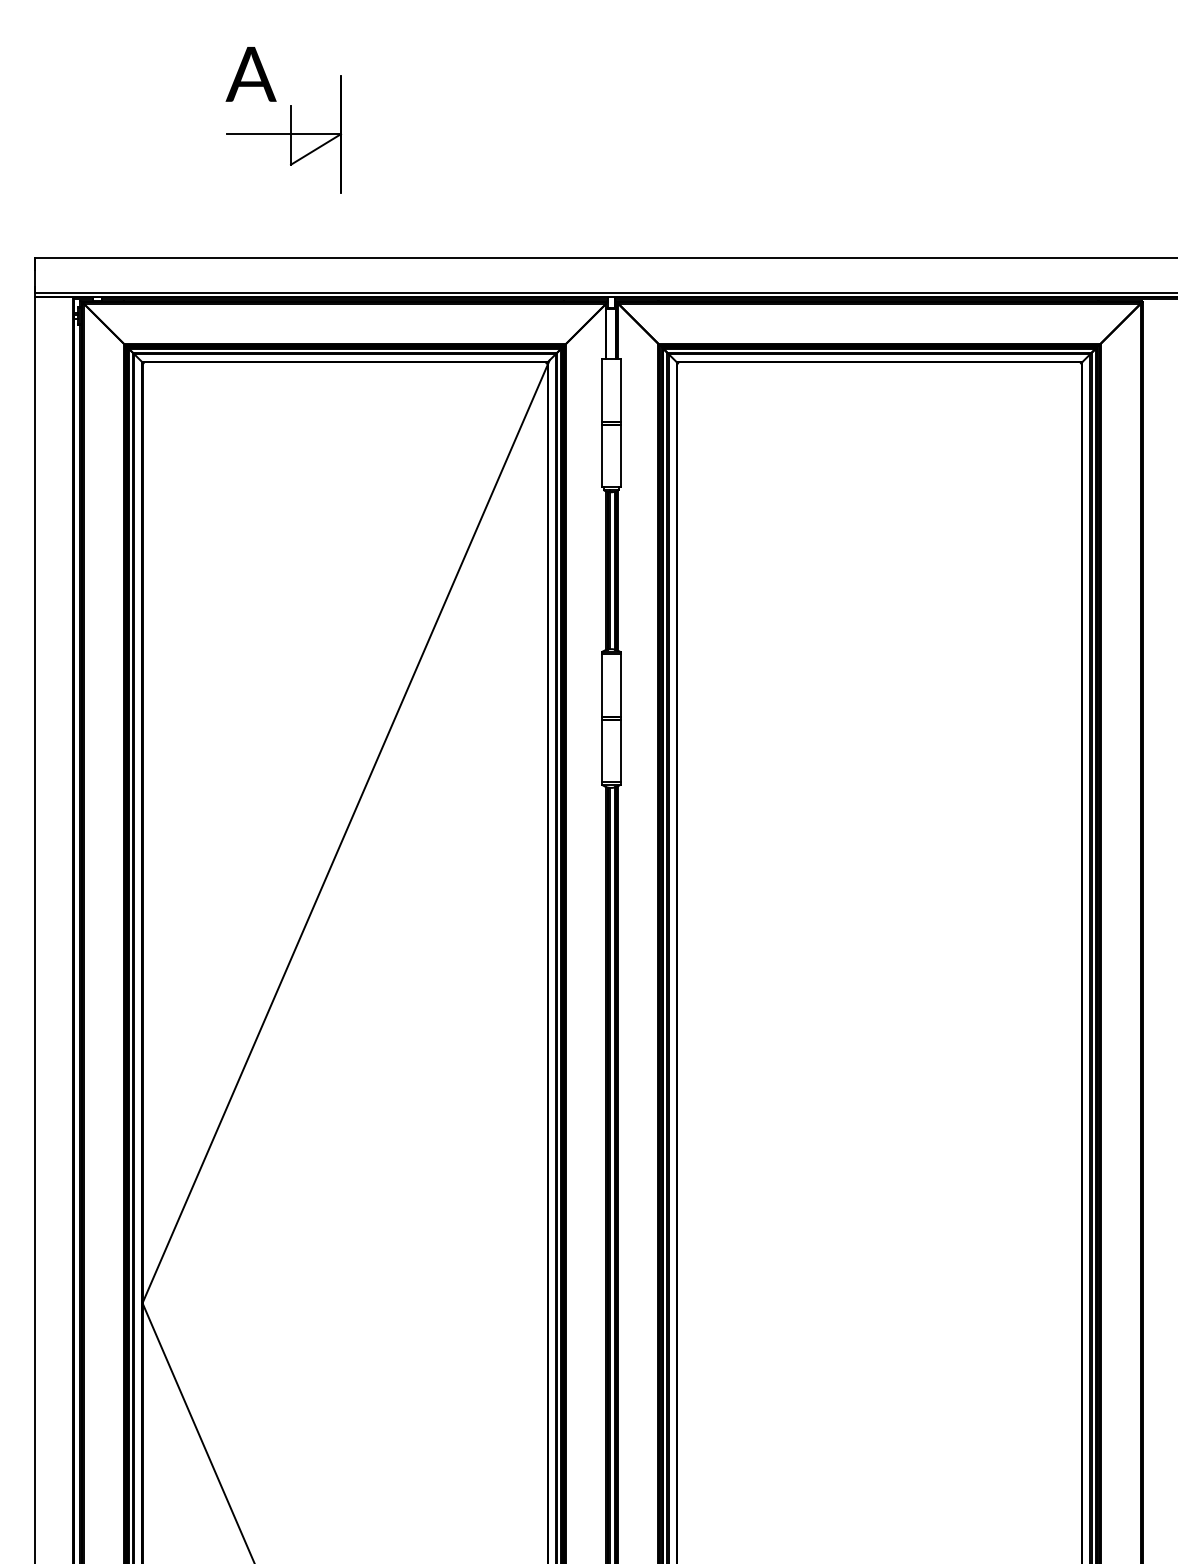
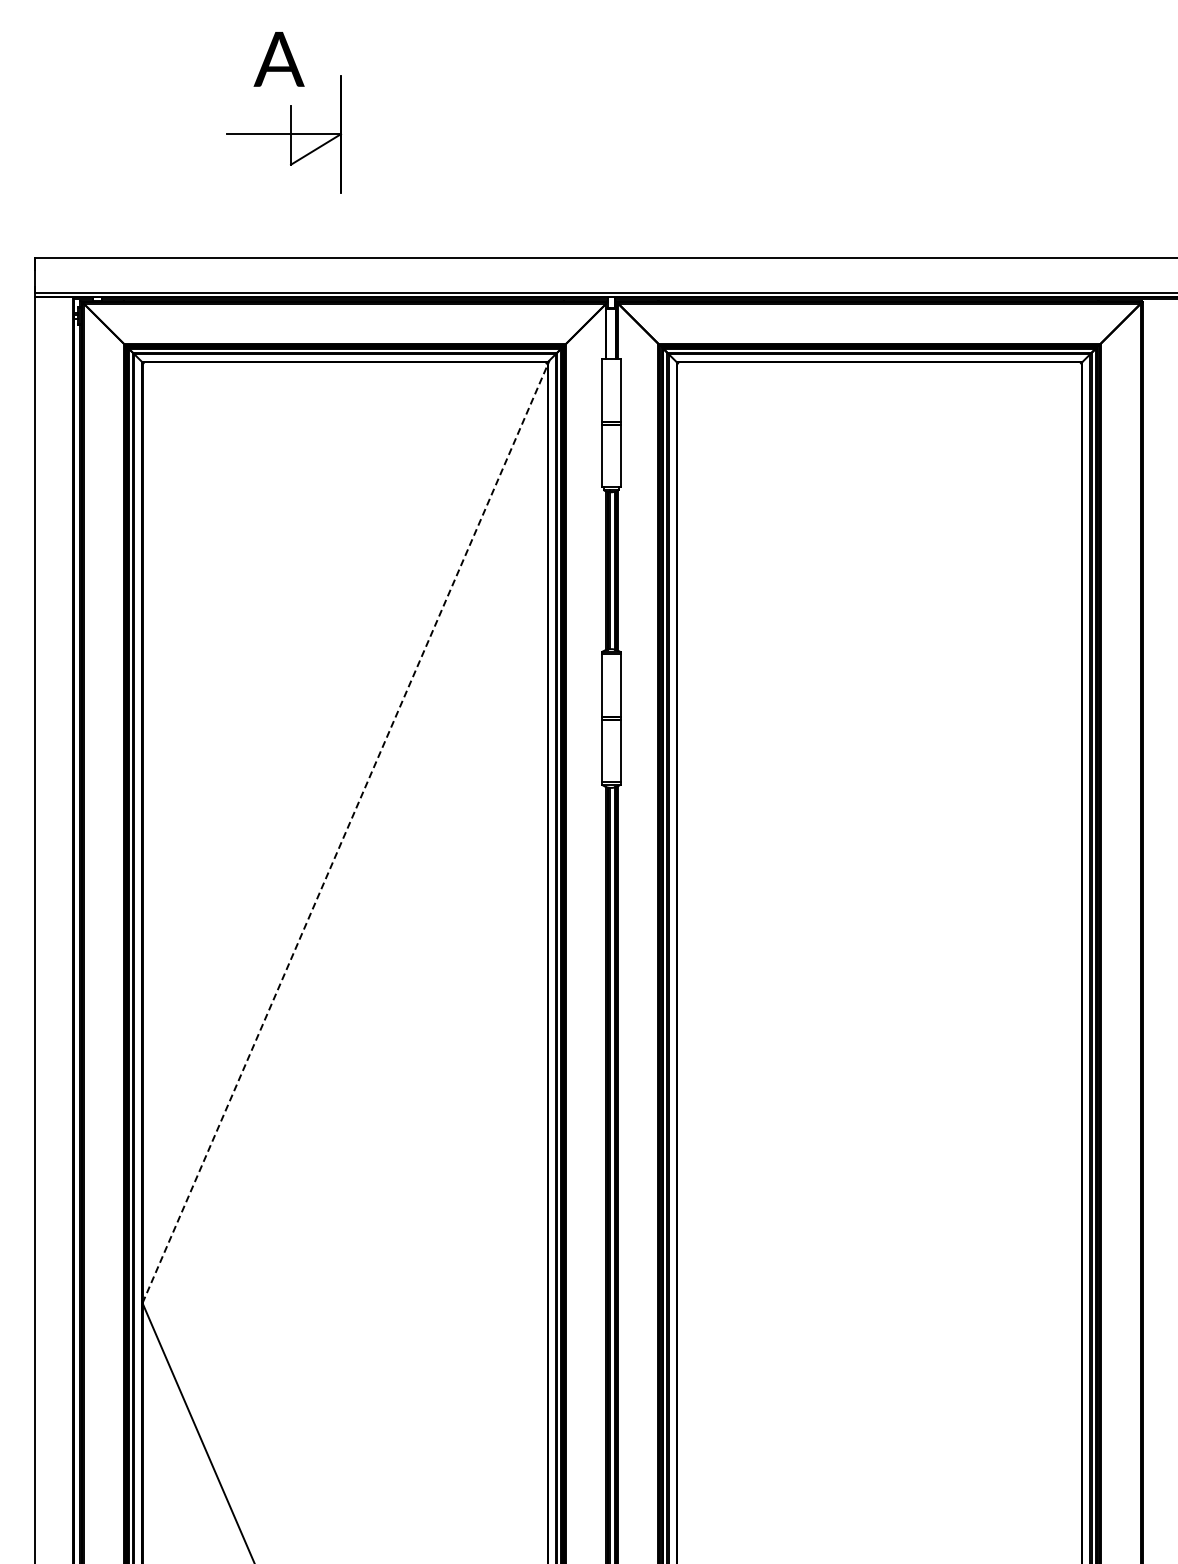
text at (250, 74) position: (250, 74) -> (278, 59)
line at (346, 831): solid -> dashed
